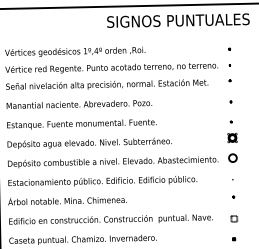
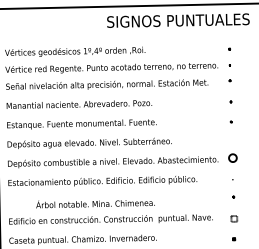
part at (232, 137): present -> none
text at (67, 201) position: (67, 201) -> (95, 204)
